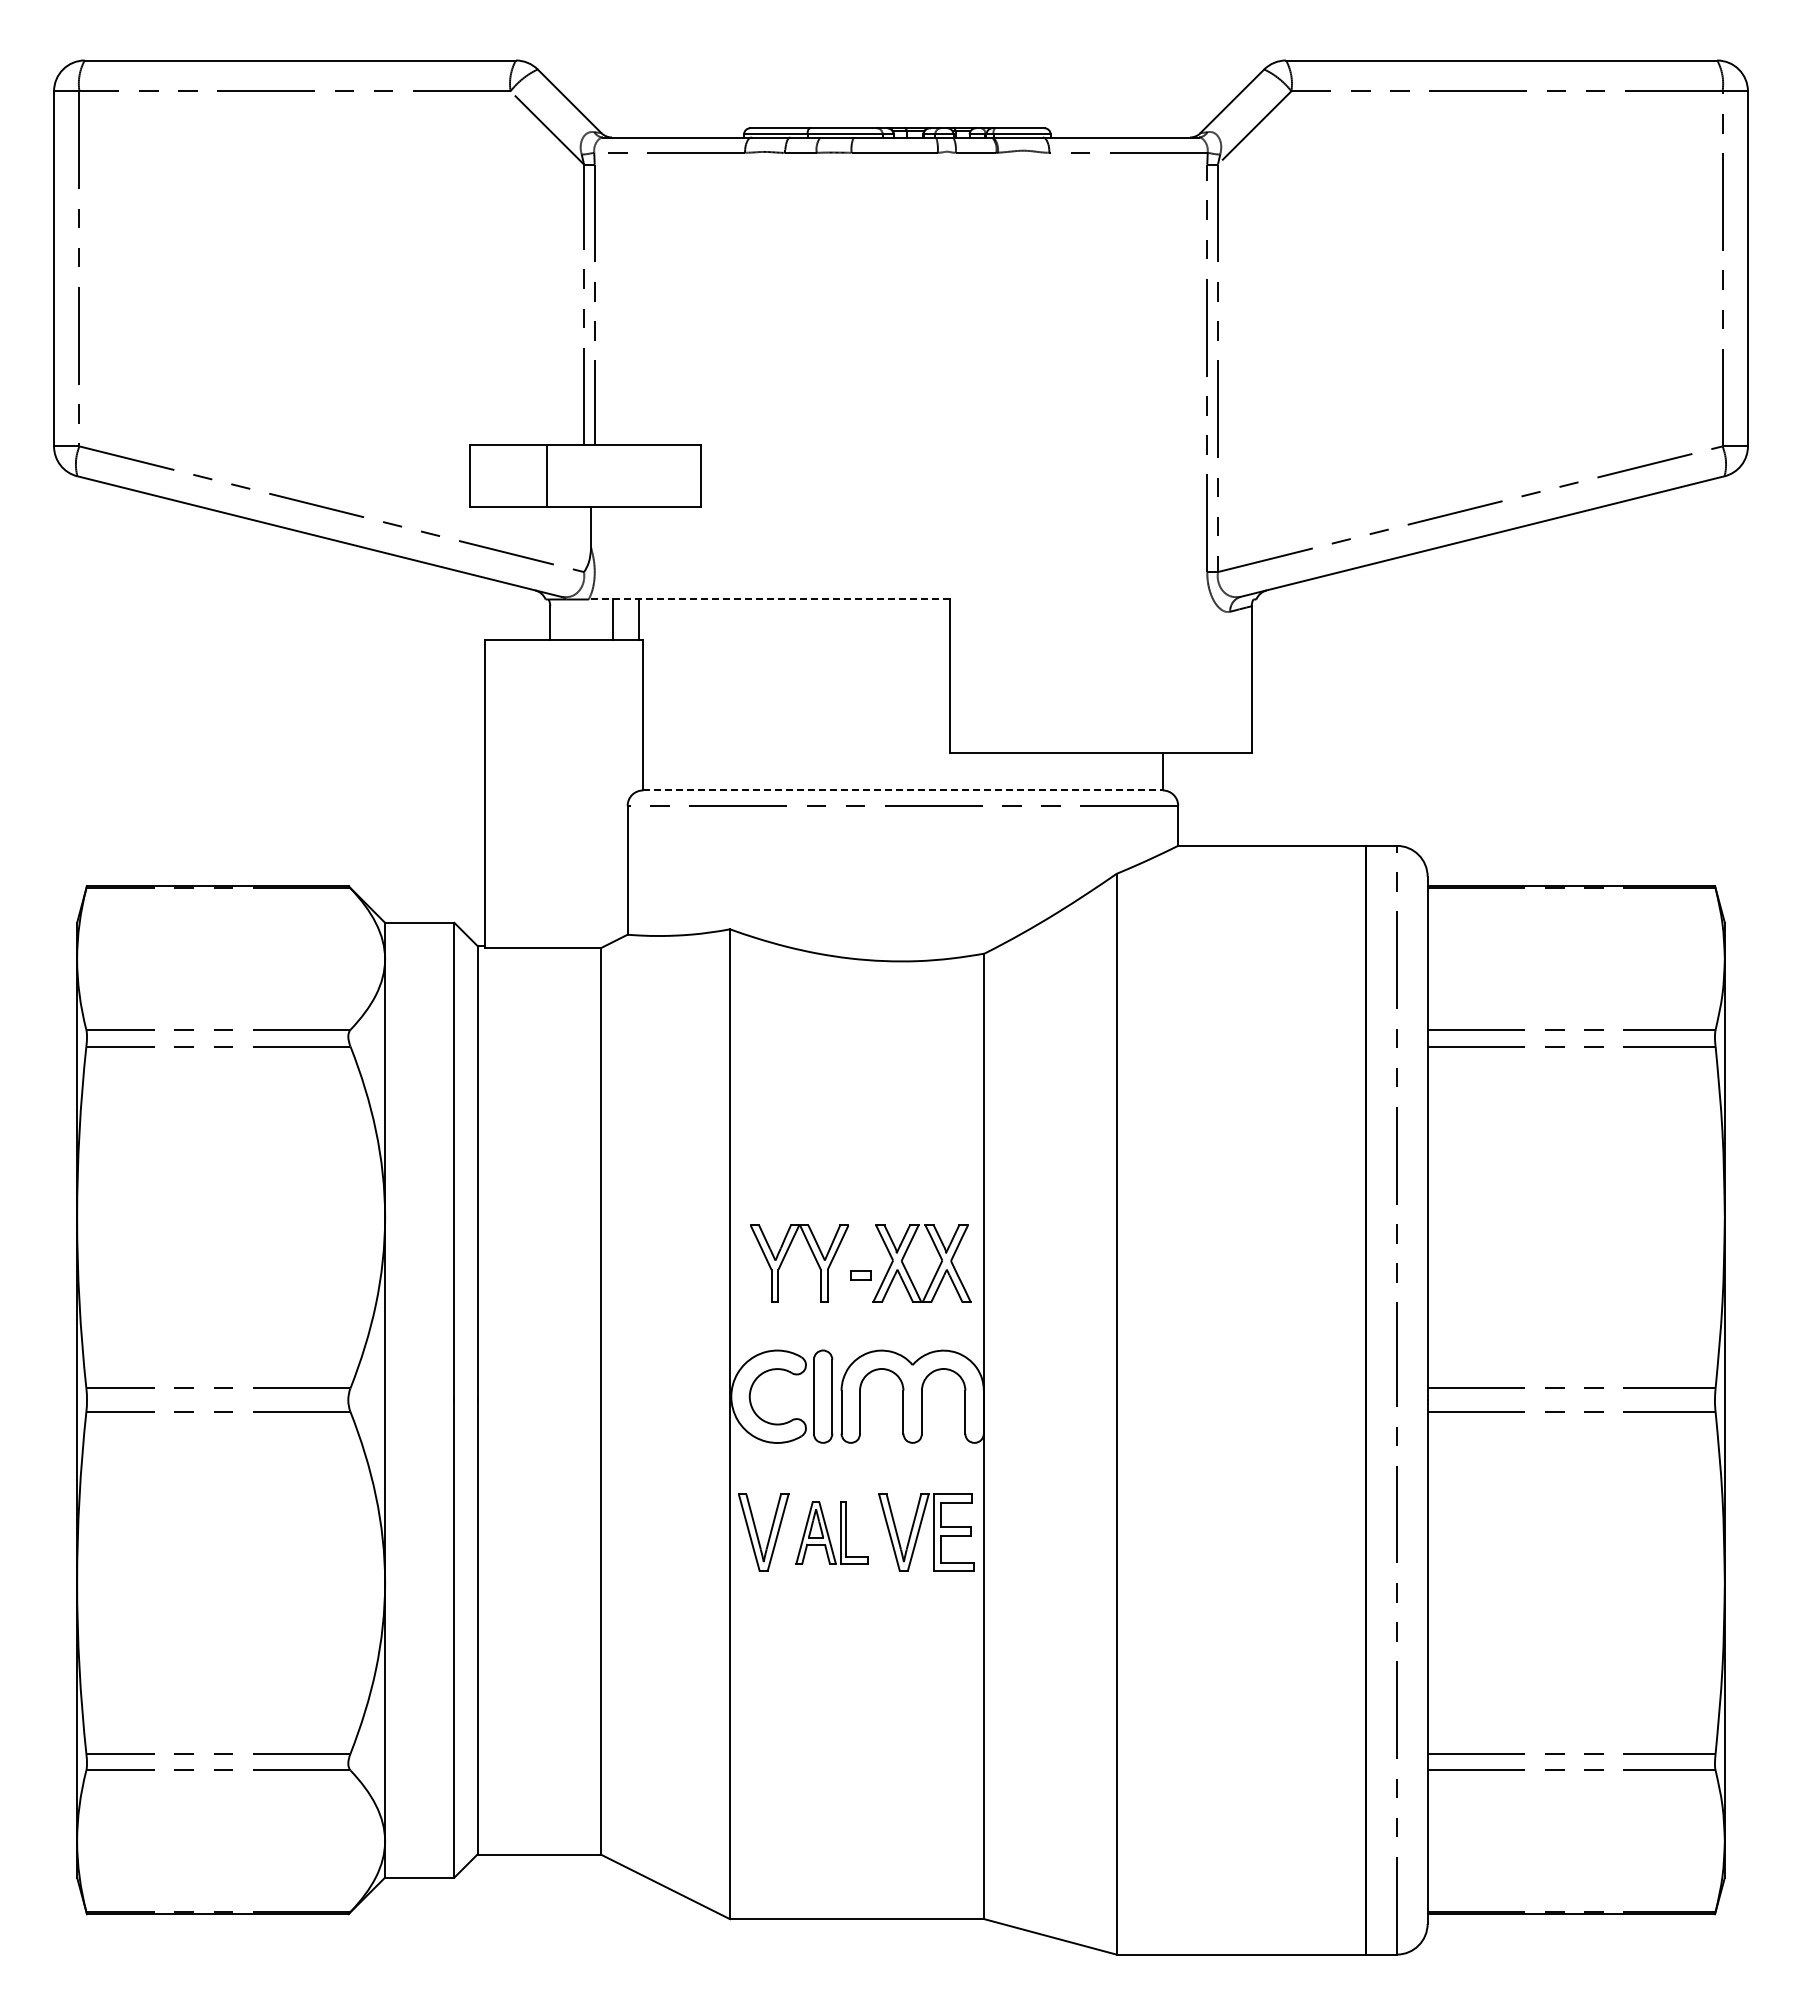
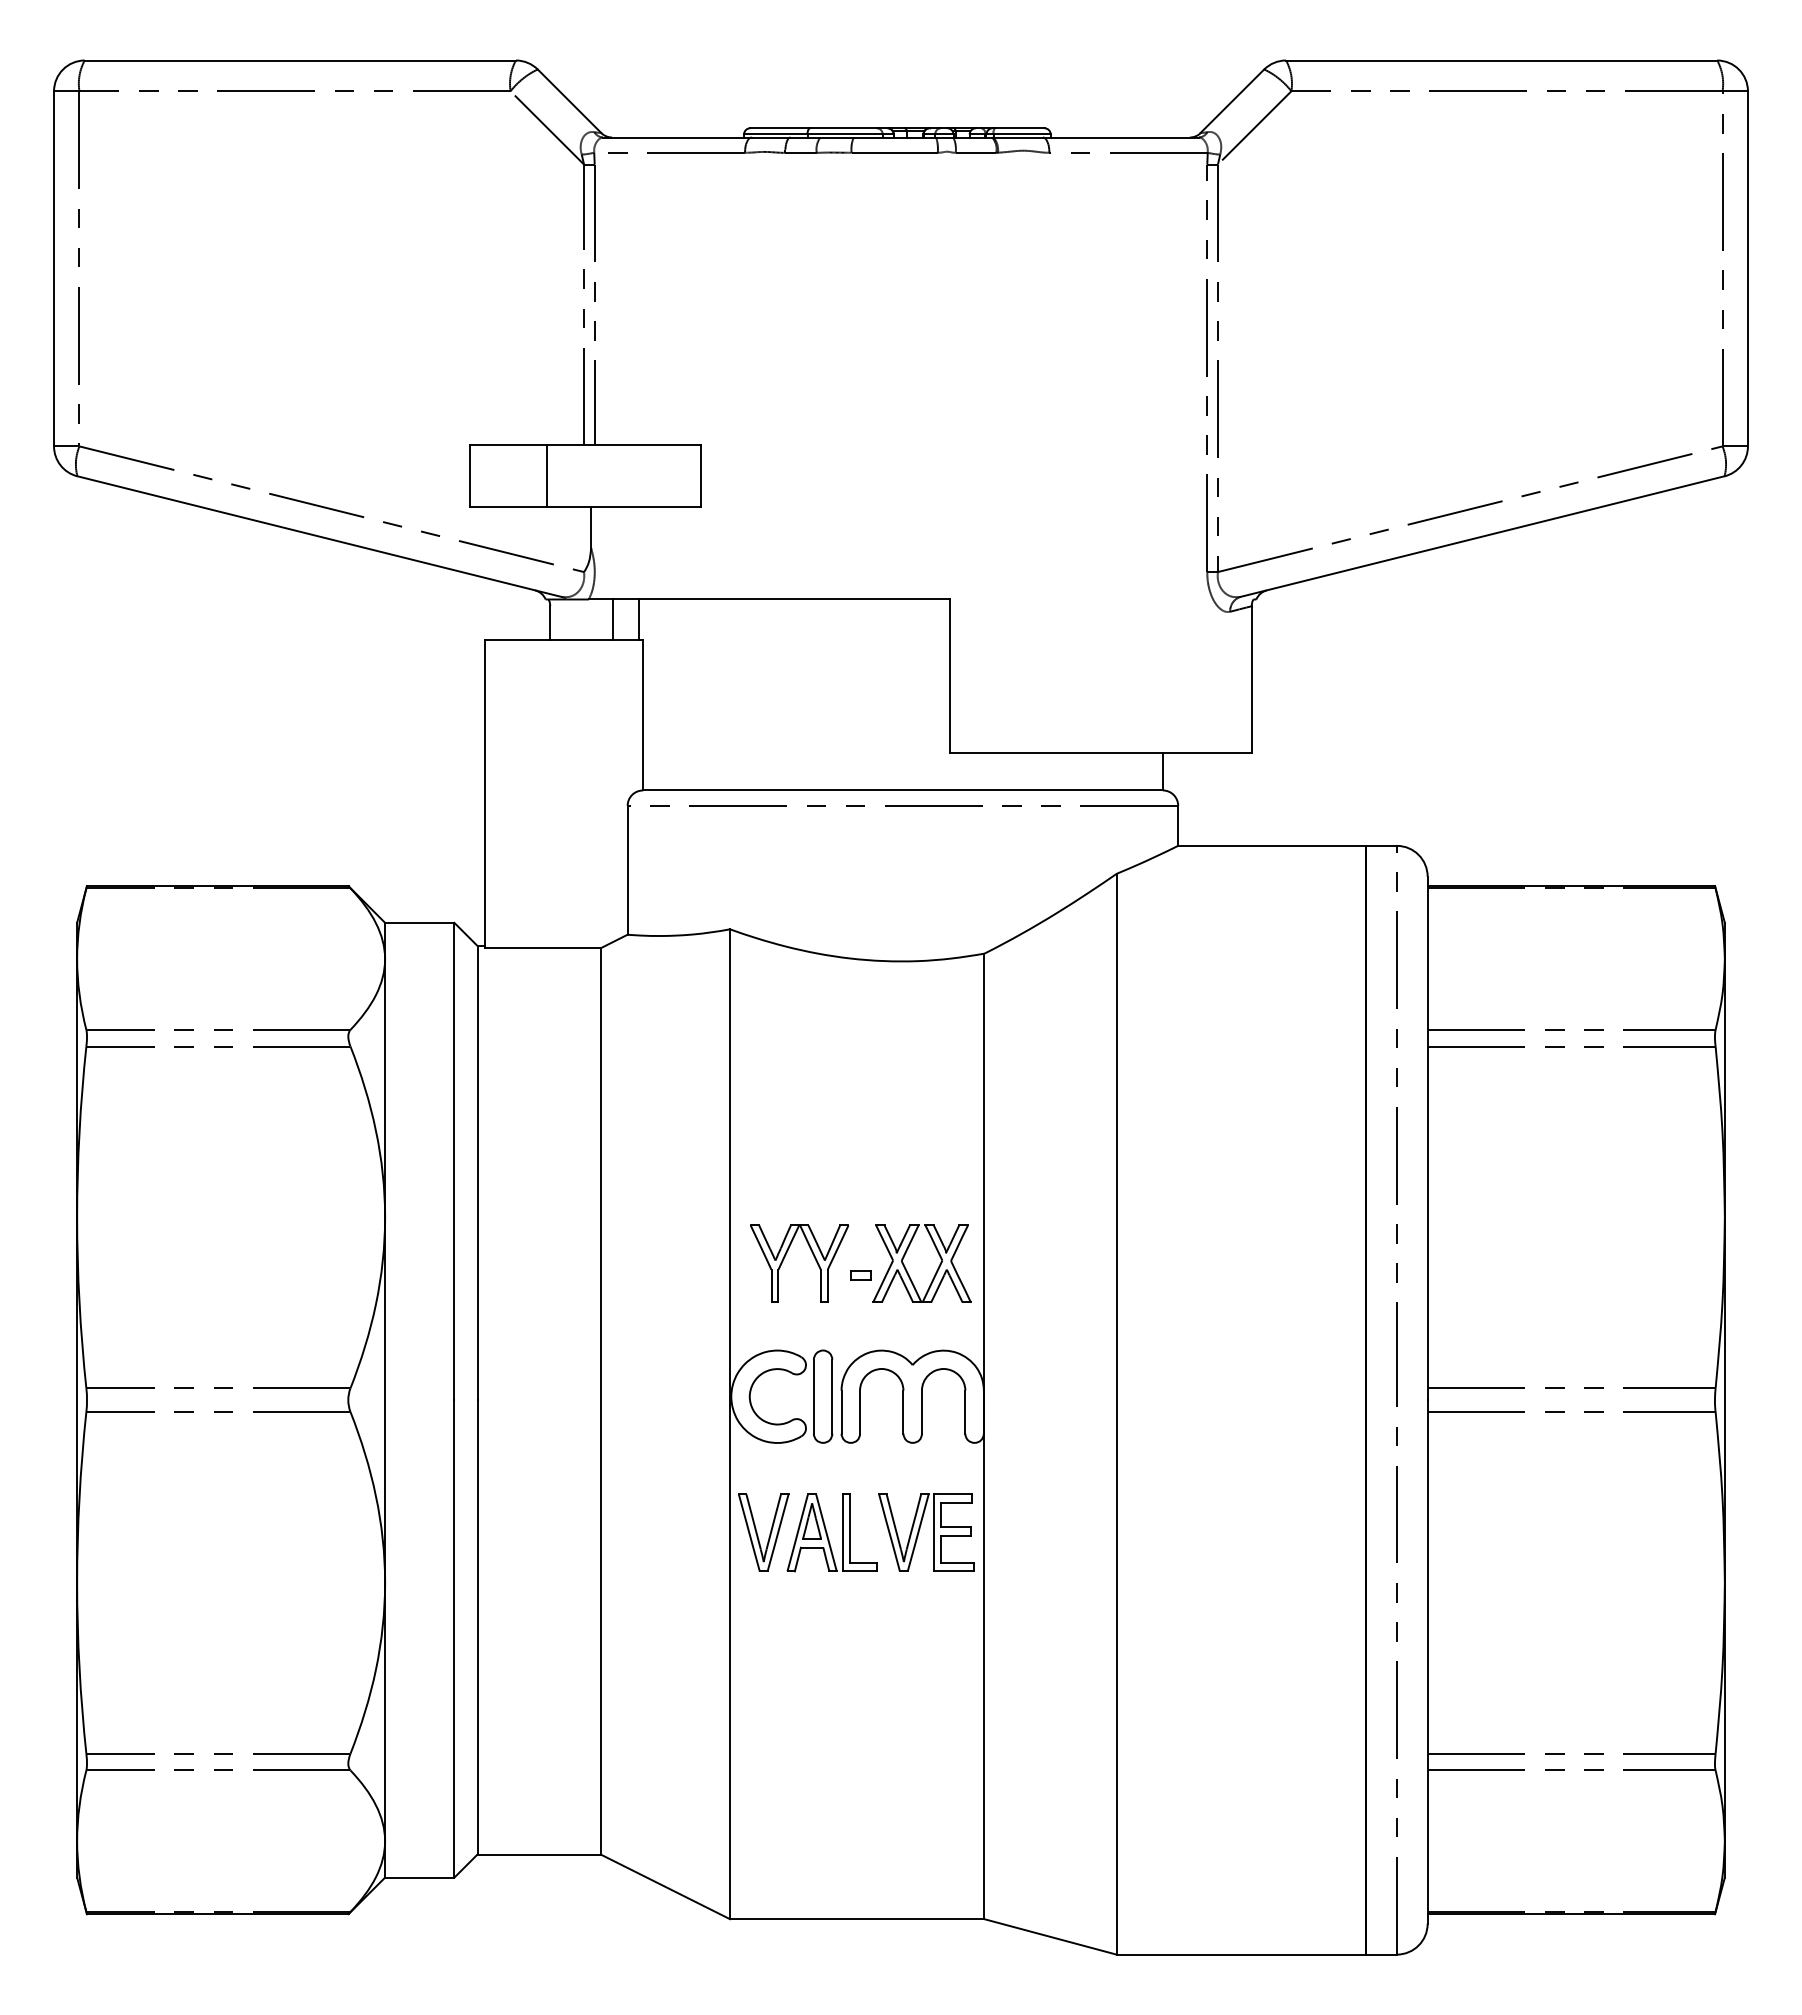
line at (769, 599): dashed -> solid
line at (903, 790): dashed -> solid
part at (831, 1532) size: 74x64 px -> 92x80 px
